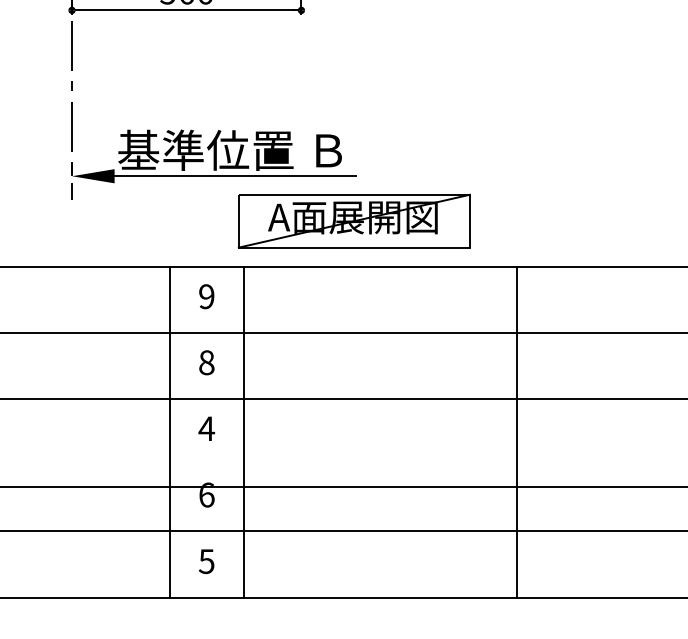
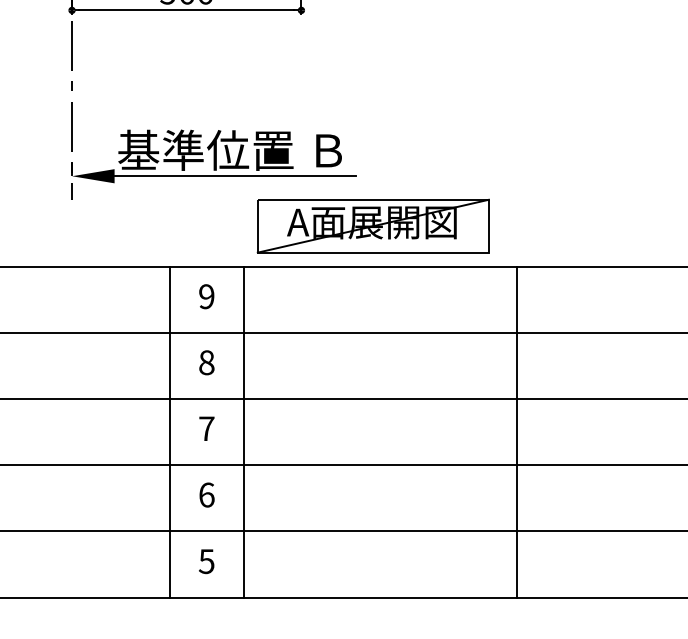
part at (353, 220) position: (353, 220) -> (372, 225)
text at (206, 428): 4 -> 7
line at (343, 487) position: (343, 487) -> (343, 465)
